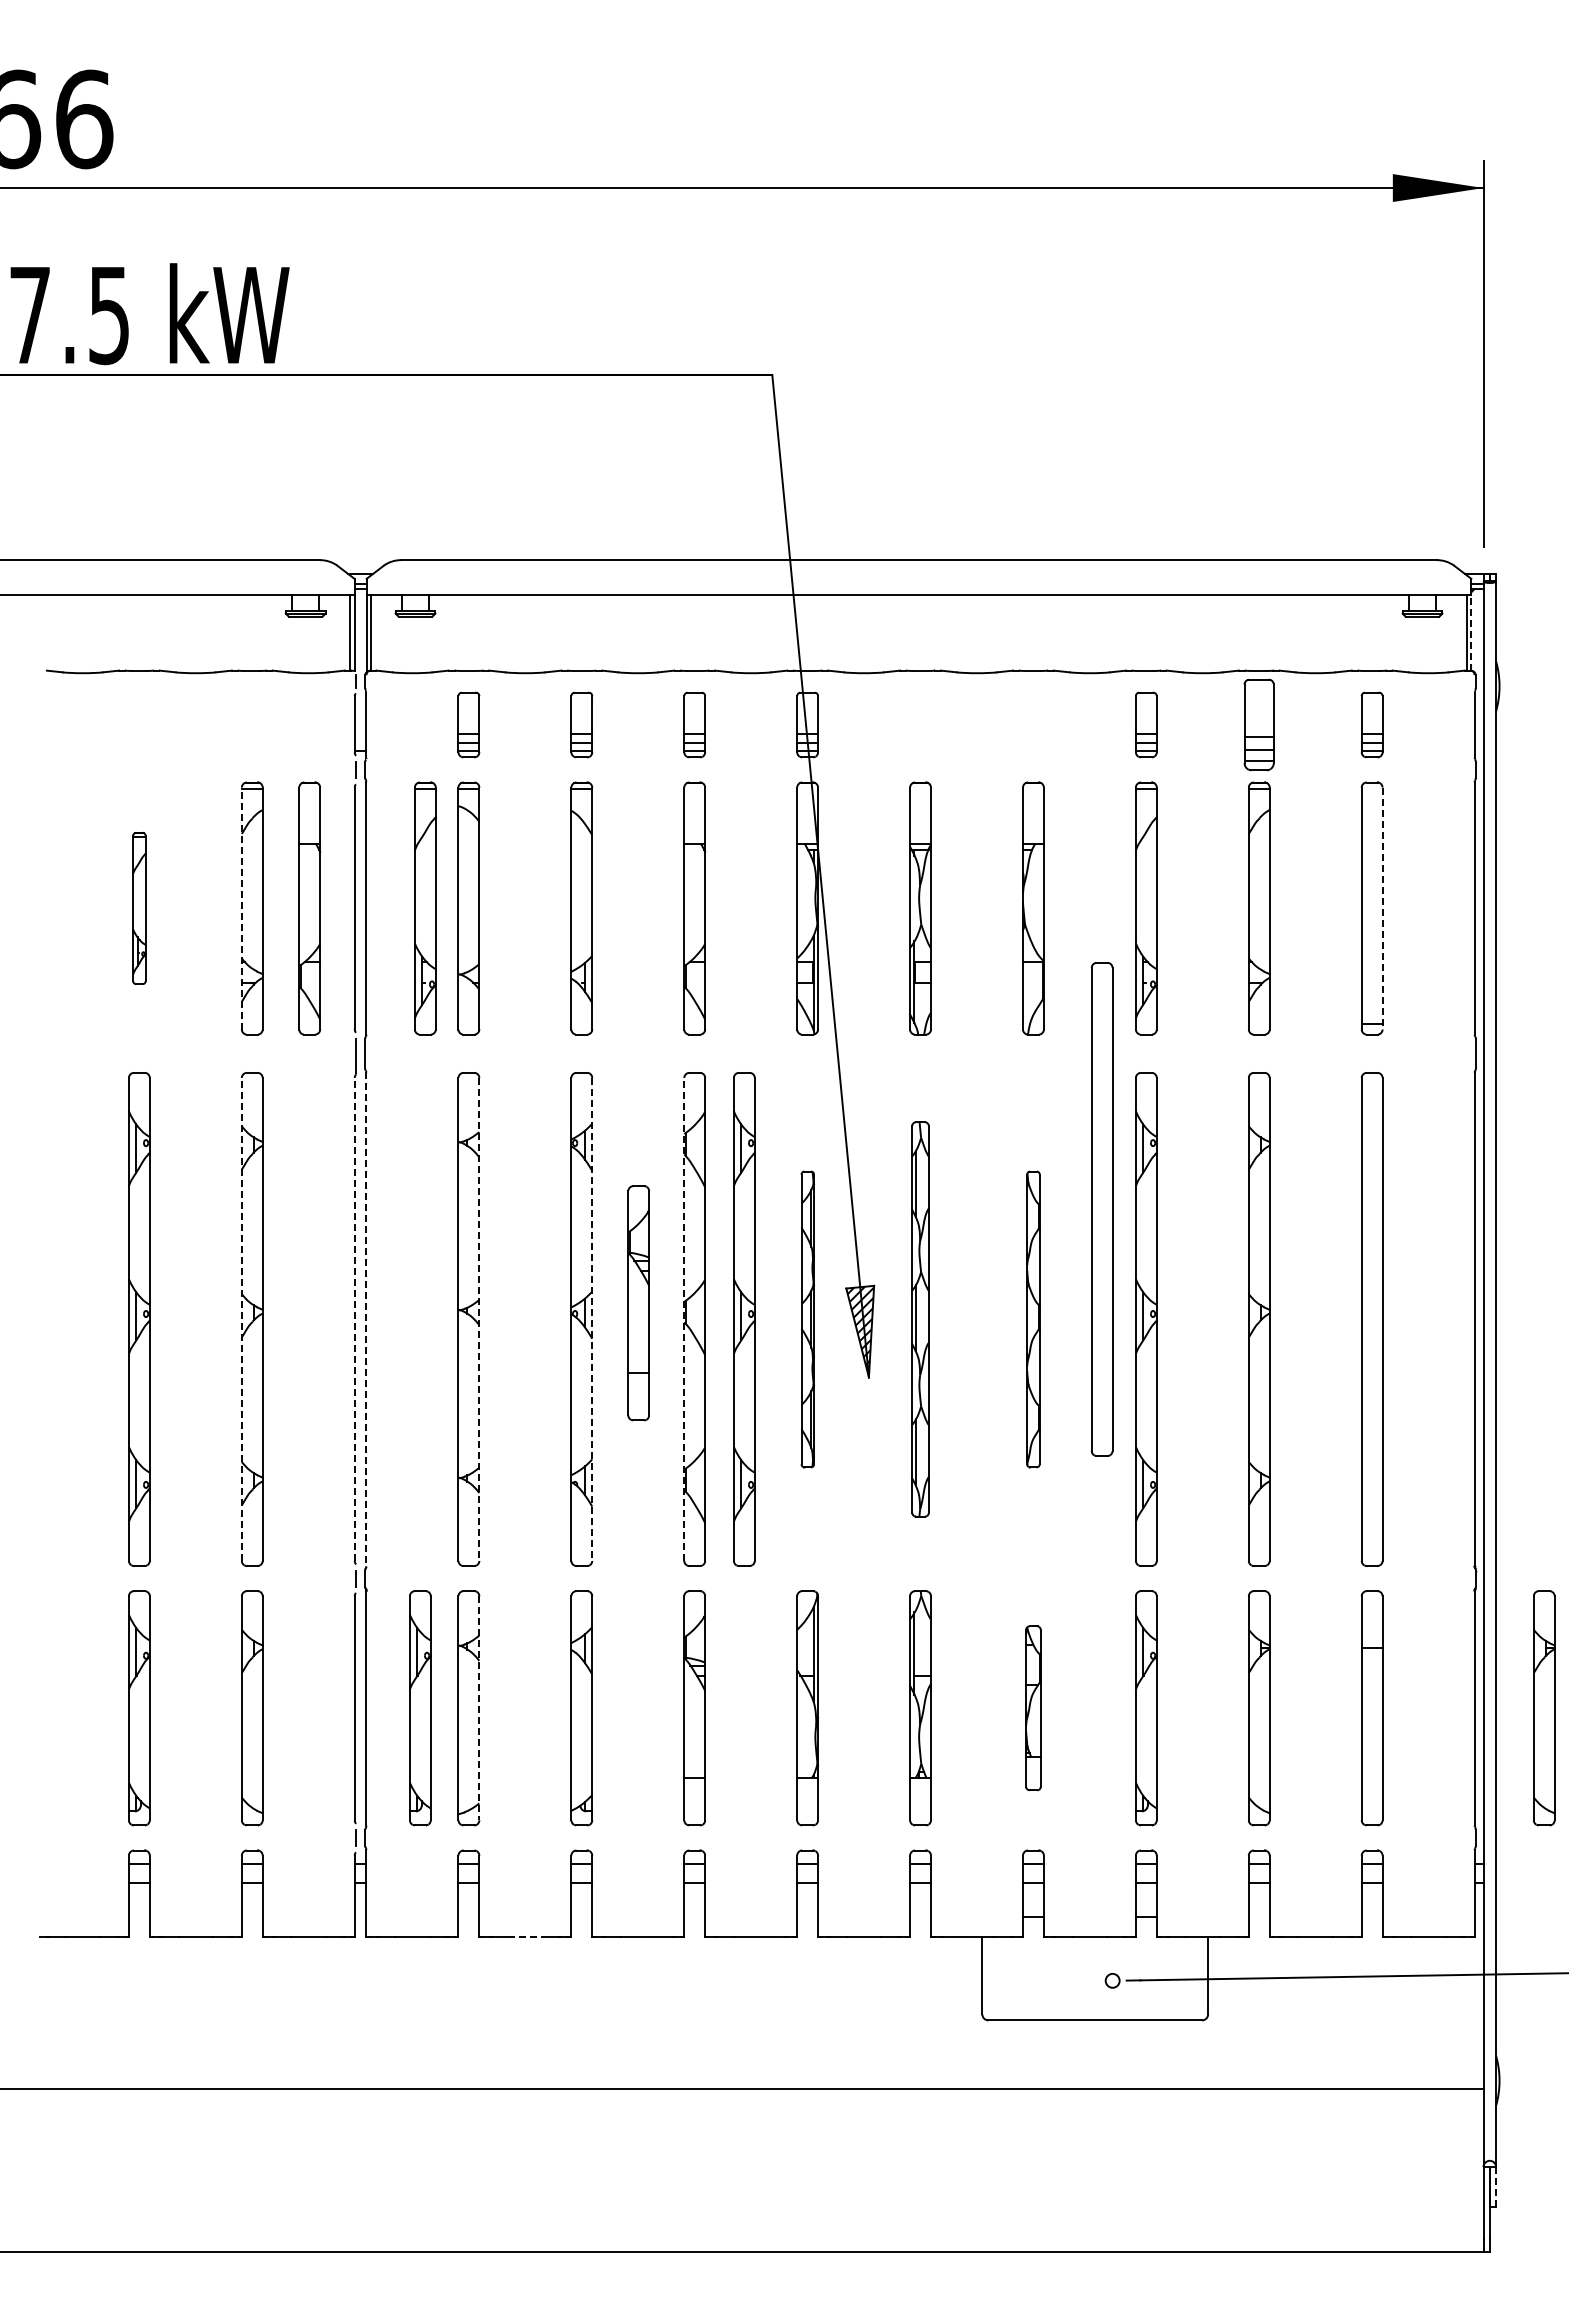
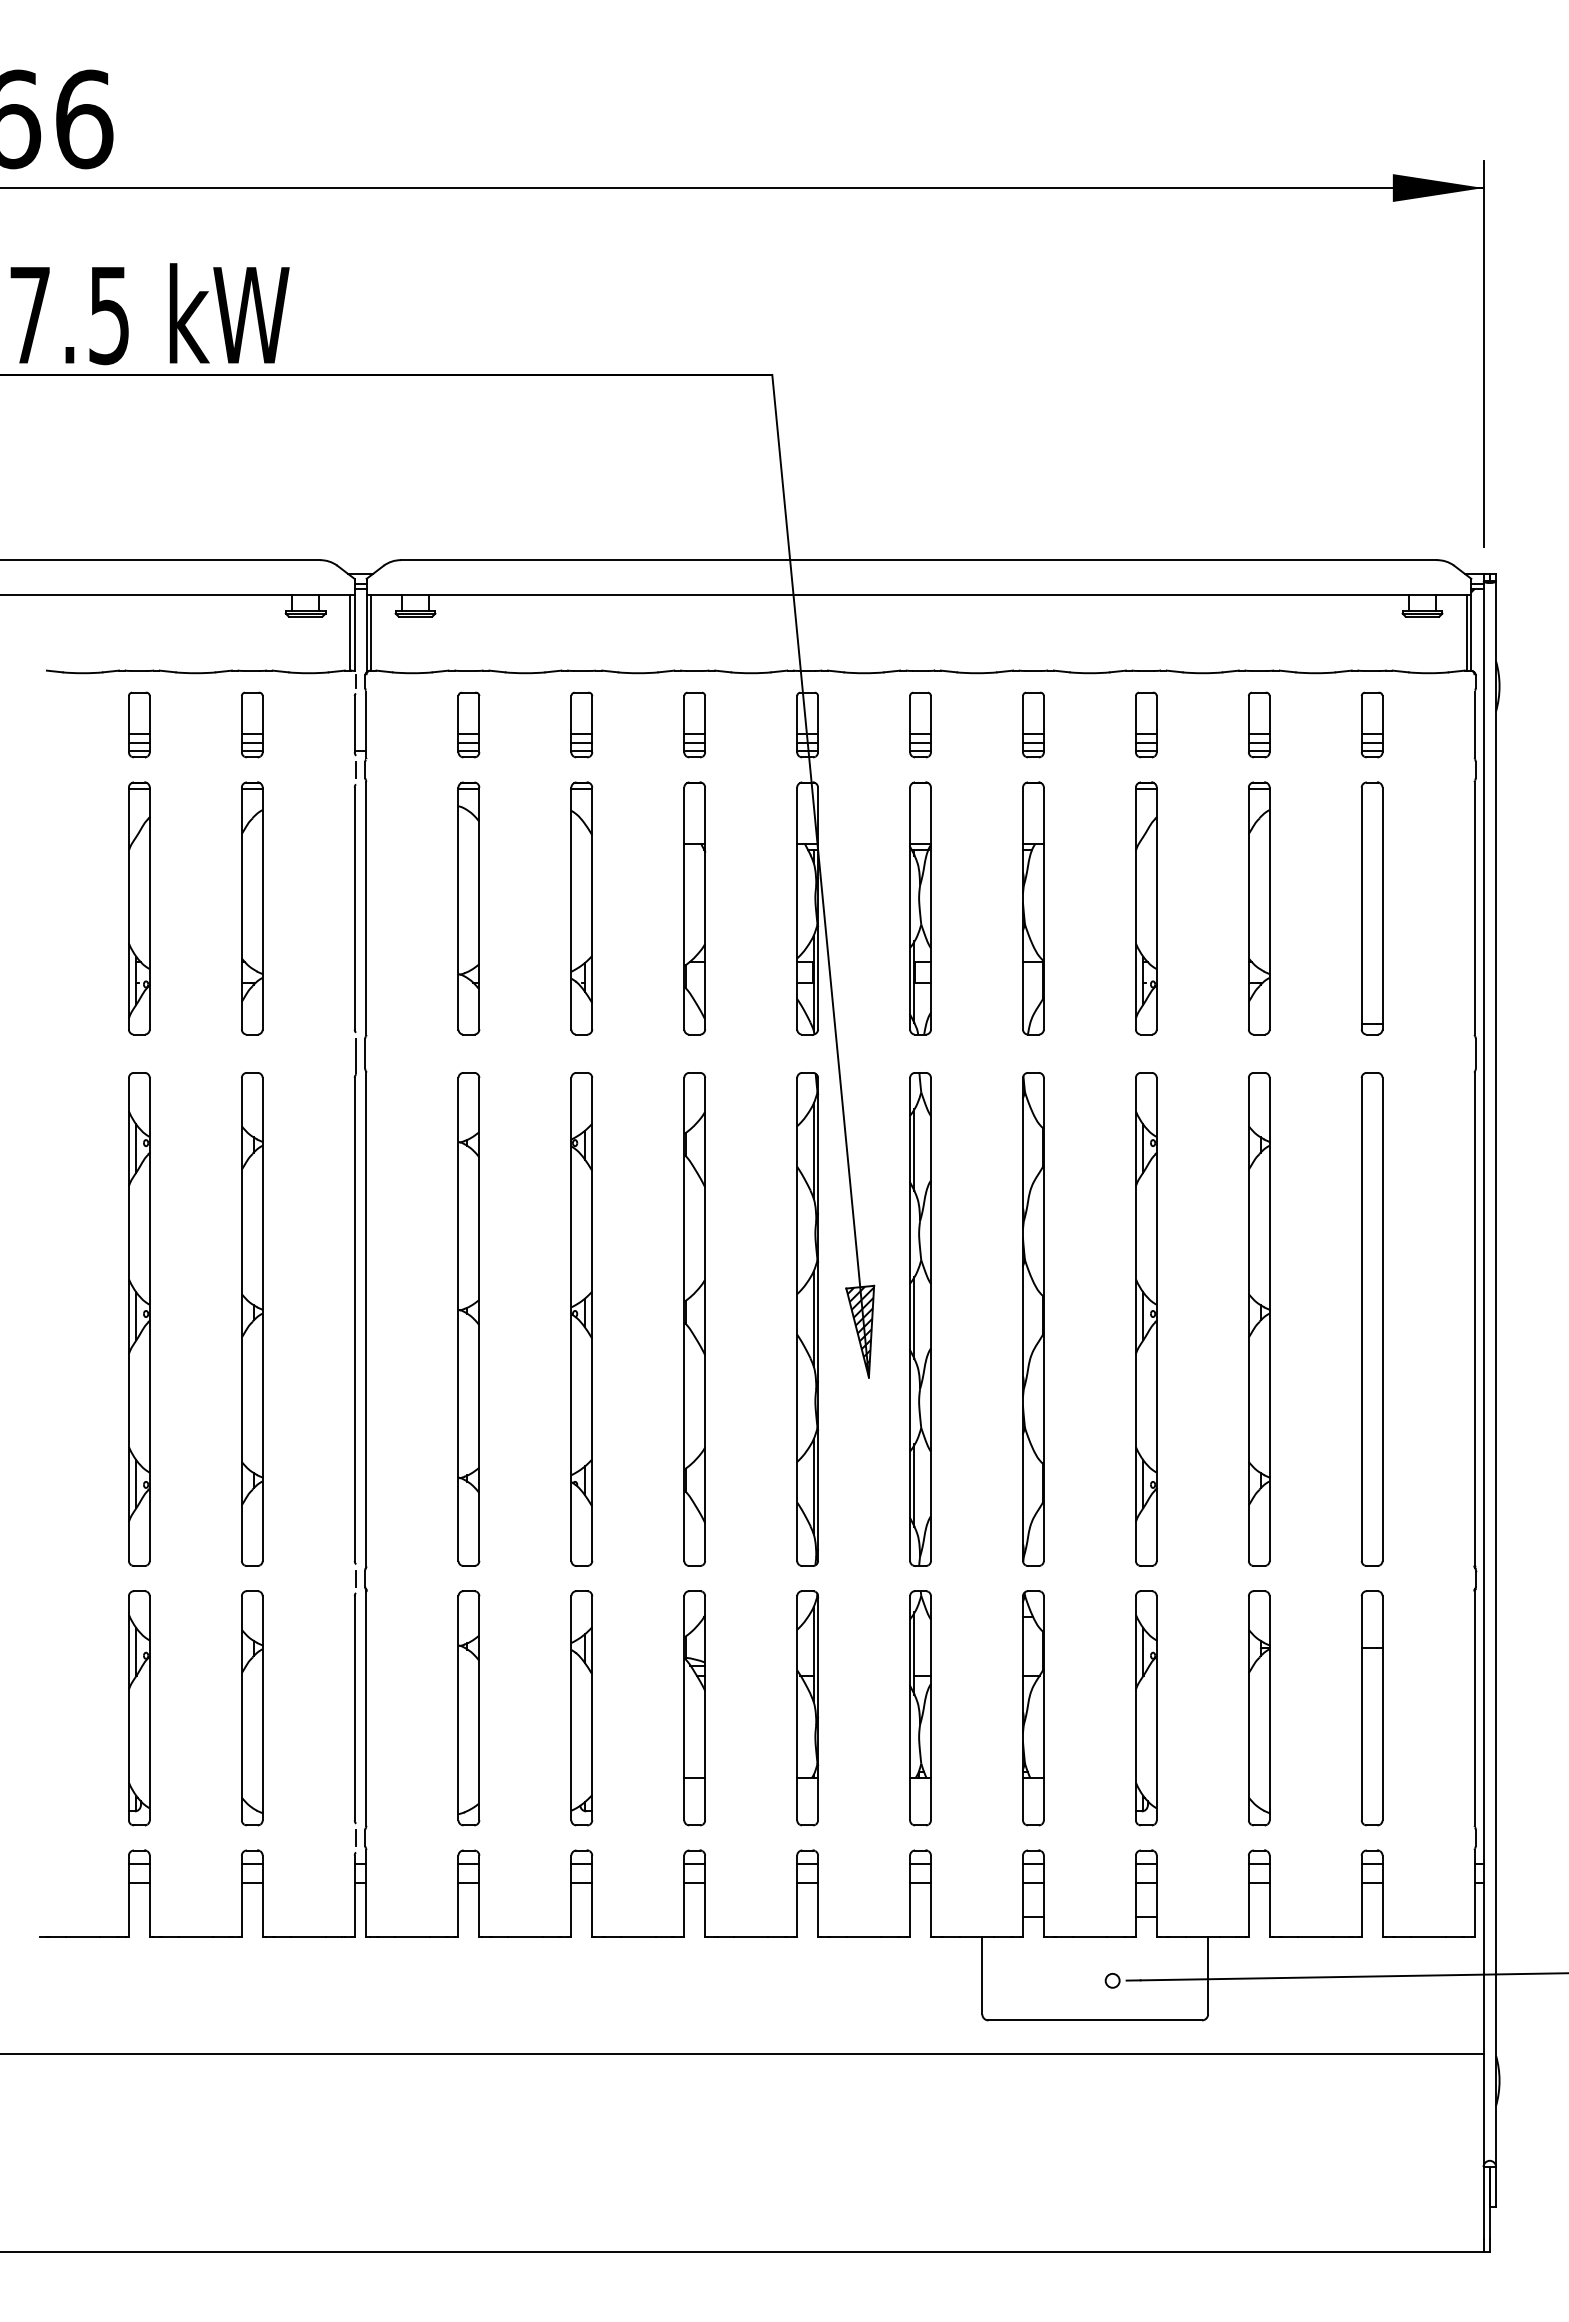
line at (1471, 632): dashed -> solid
part at (139, 724): none -> present
part at (252, 724): none -> present
part at (920, 724): none -> present
part at (1033, 724): none -> present
part at (1258, 724) size: 32x94 px -> 23x68 px
part at (139, 907) size: 15x154 px -> 23x255 px
line at (241, 908): dashed -> solid
part at (309, 908): present -> none
part at (425, 908): present -> none
line at (1382, 909): dashed -> solid
part at (1101, 1209): present -> none
part at (638, 1303): present -> none
line at (241, 1319): dashed -> solid
line at (354, 1319): dashed -> solid
line at (366, 1319): dashed -> solid
line at (479, 1319): dashed -> solid
line at (592, 1319): dashed -> solid
line at (684, 1319): dashed -> solid
part at (744, 1319): present -> none
part at (807, 1319) size: 16x299 px -> 24x495 px
part at (920, 1319) size: 19x397 px -> 23x495 px
part at (1033, 1319) size: 15x299 px -> 23x495 px
part at (420, 1708): present -> none
line at (479, 1708): dashed -> solid
part at (1033, 1708) size: 17x167 px -> 23x237 px
part at (1544, 1708): present -> none
line at (525, 1937): dashed -> solid
line at (742, 2089) position: (742, 2089) -> (742, 2054)
line at (1496, 2186): dashed -> solid
